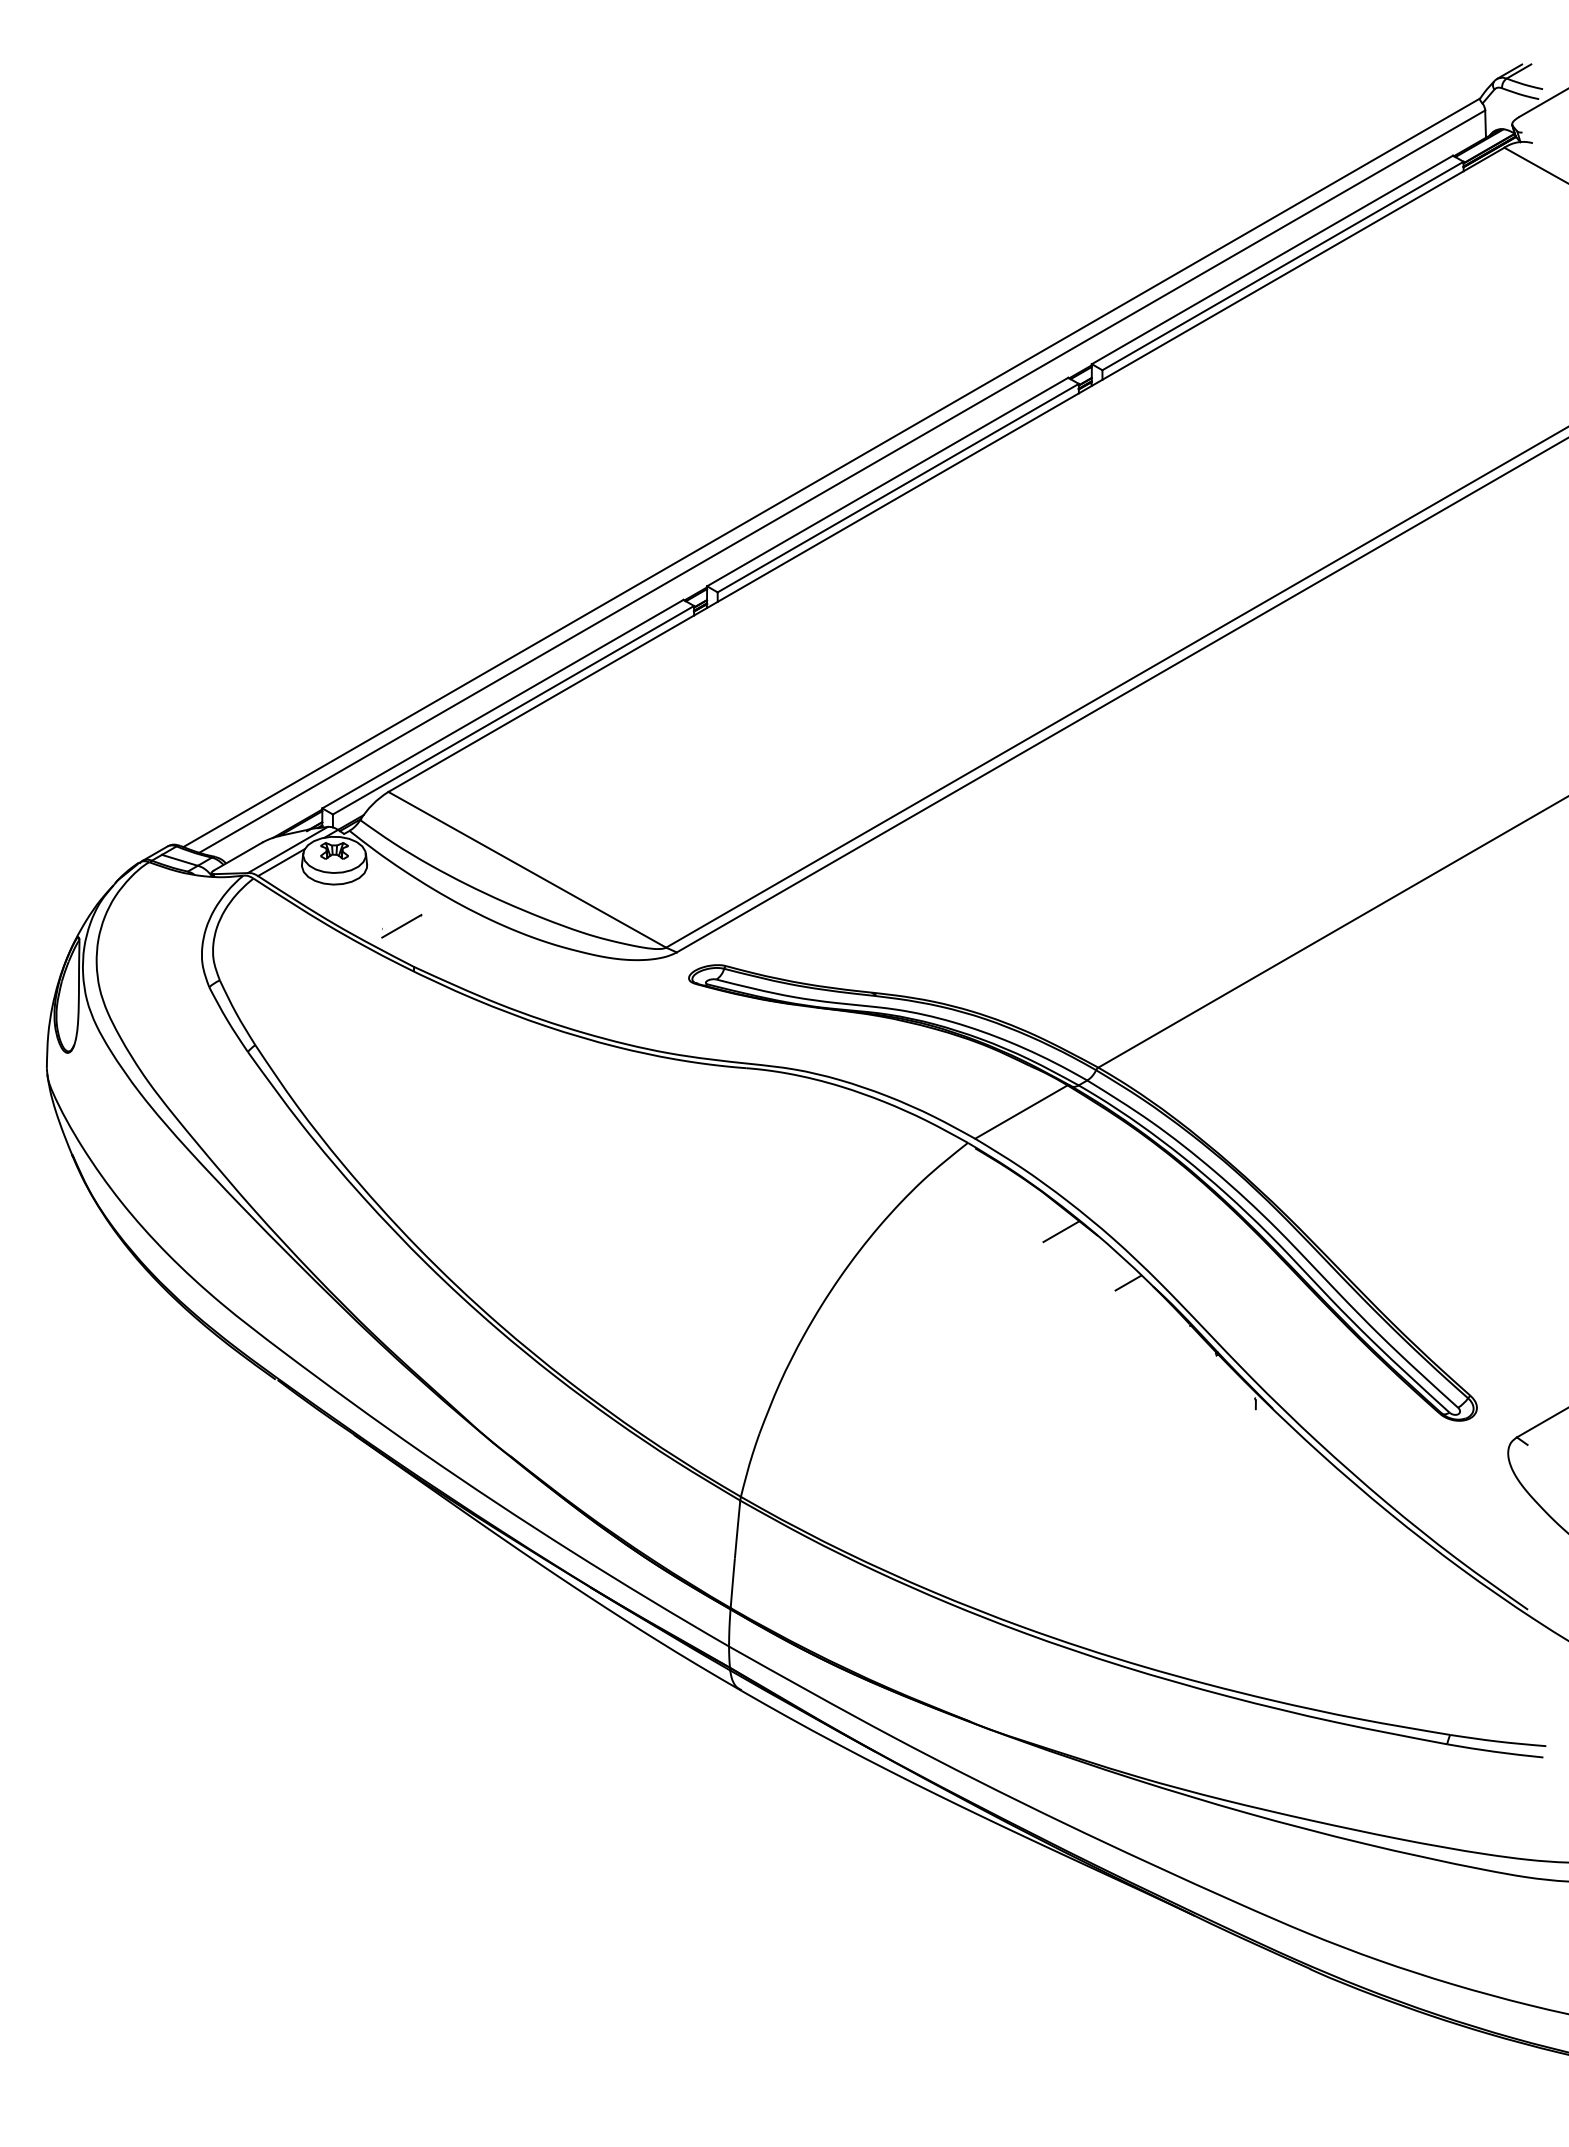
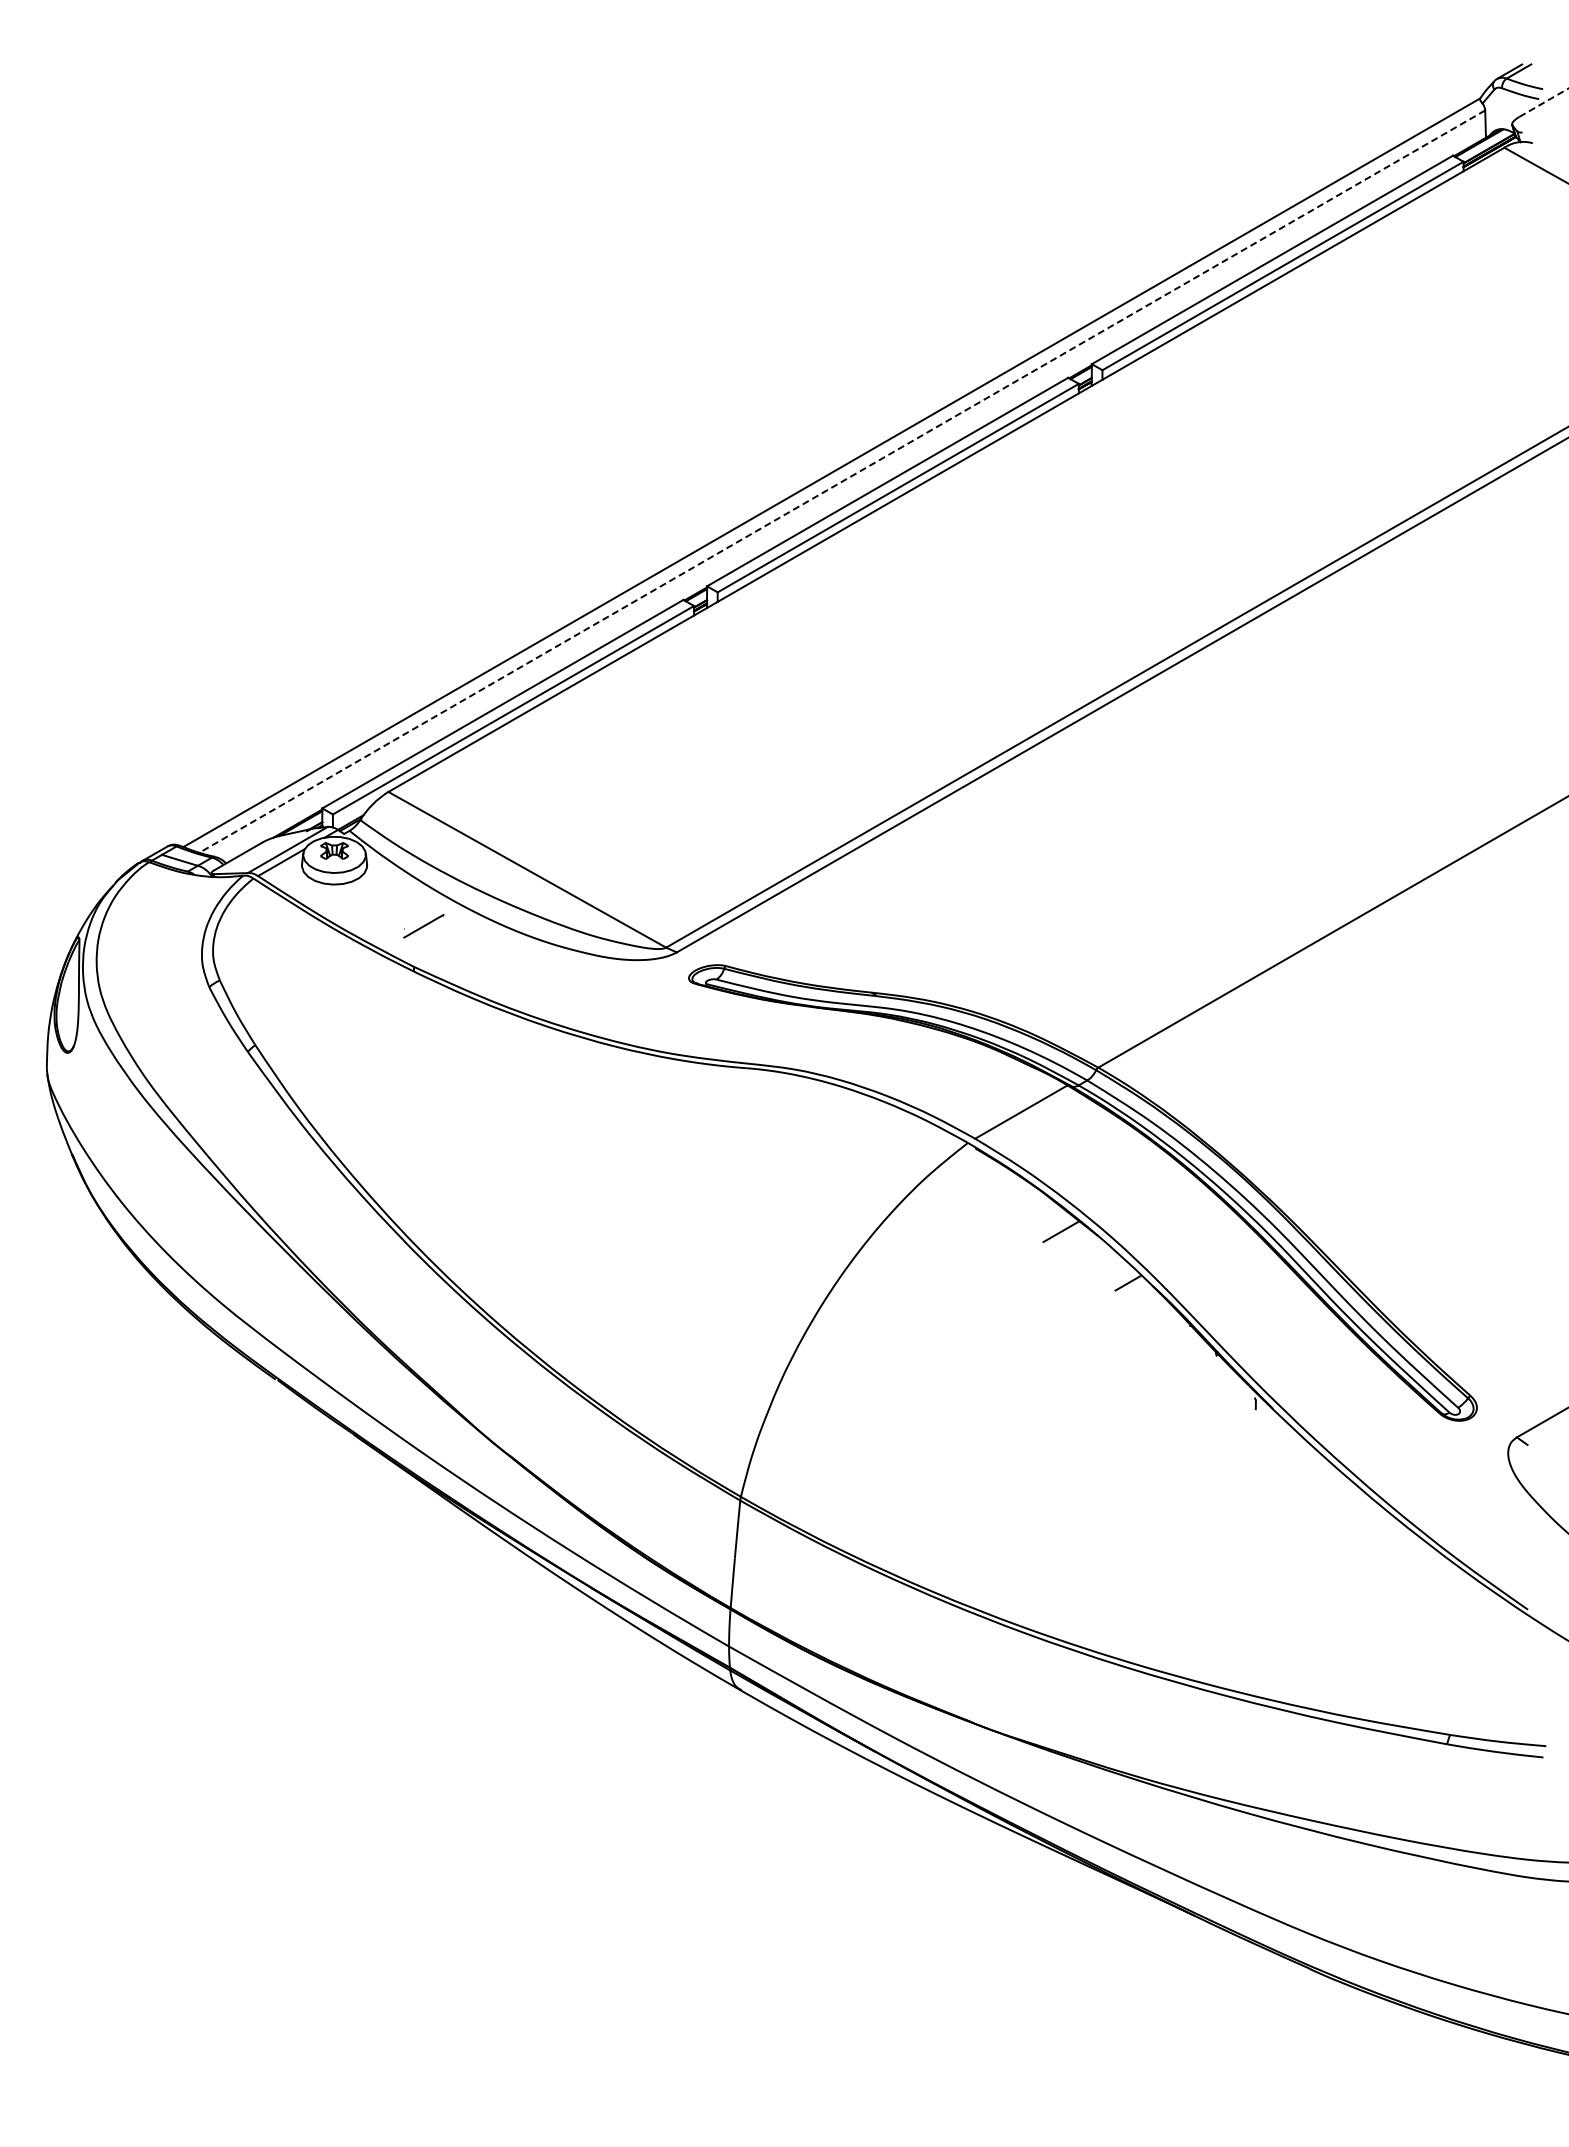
line at (1544, 102): solid -> dashed
line at (842, 481): solid -> dashed
part at (401, 925) position: (401, 925) -> (423, 925)
